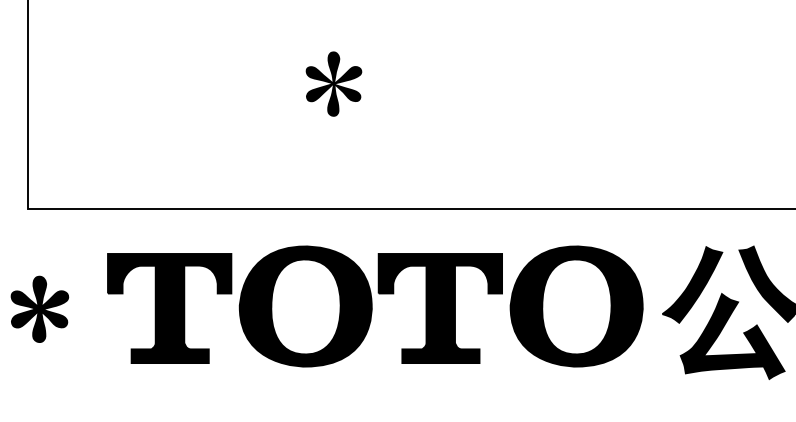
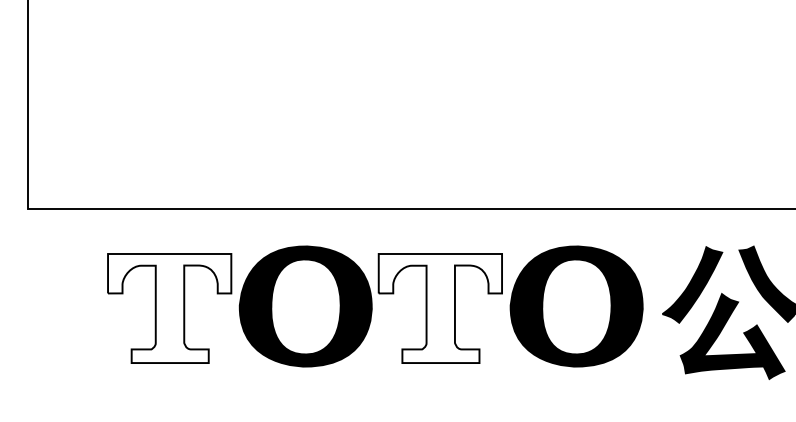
part at (333, 83): present -> none
part at (39, 308): present -> none
fill at (169, 308): present -> none
fill at (440, 308): present -> none
